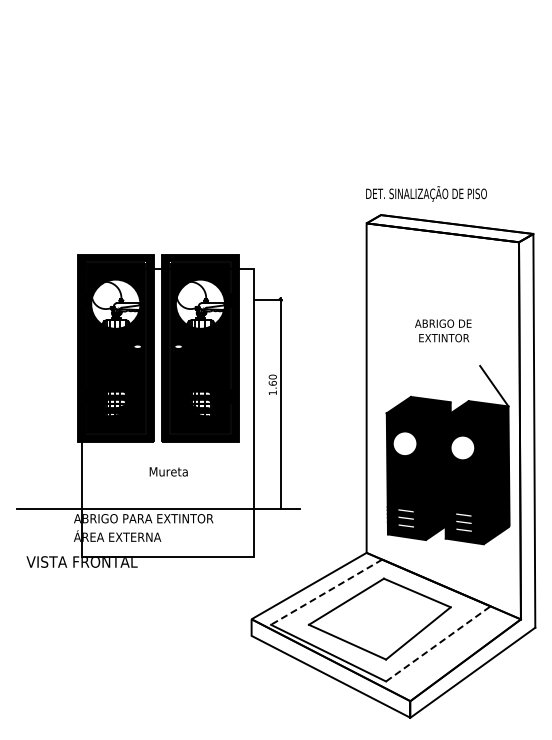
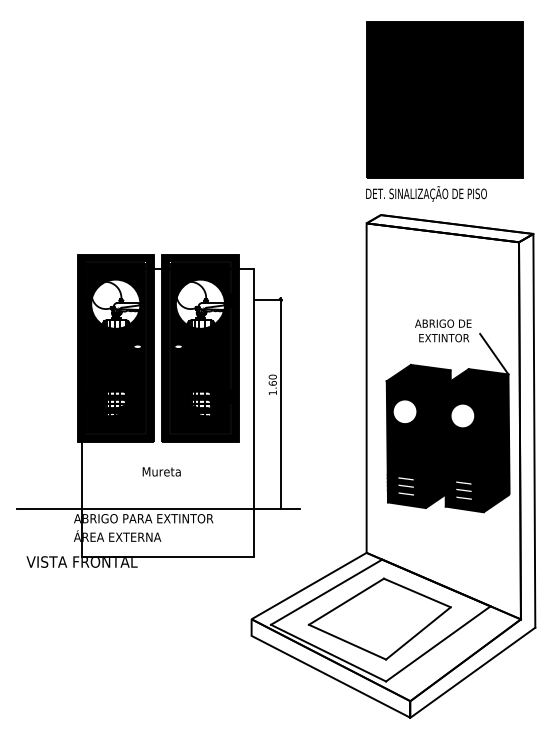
part at (444, 99): none -> present
part at (447, 454) position: (447, 454) -> (447, 422)
text at (168, 471) position: (168, 471) -> (161, 471)
line at (326, 592): dashed -> solid
line at (438, 643): dashed -> solid
